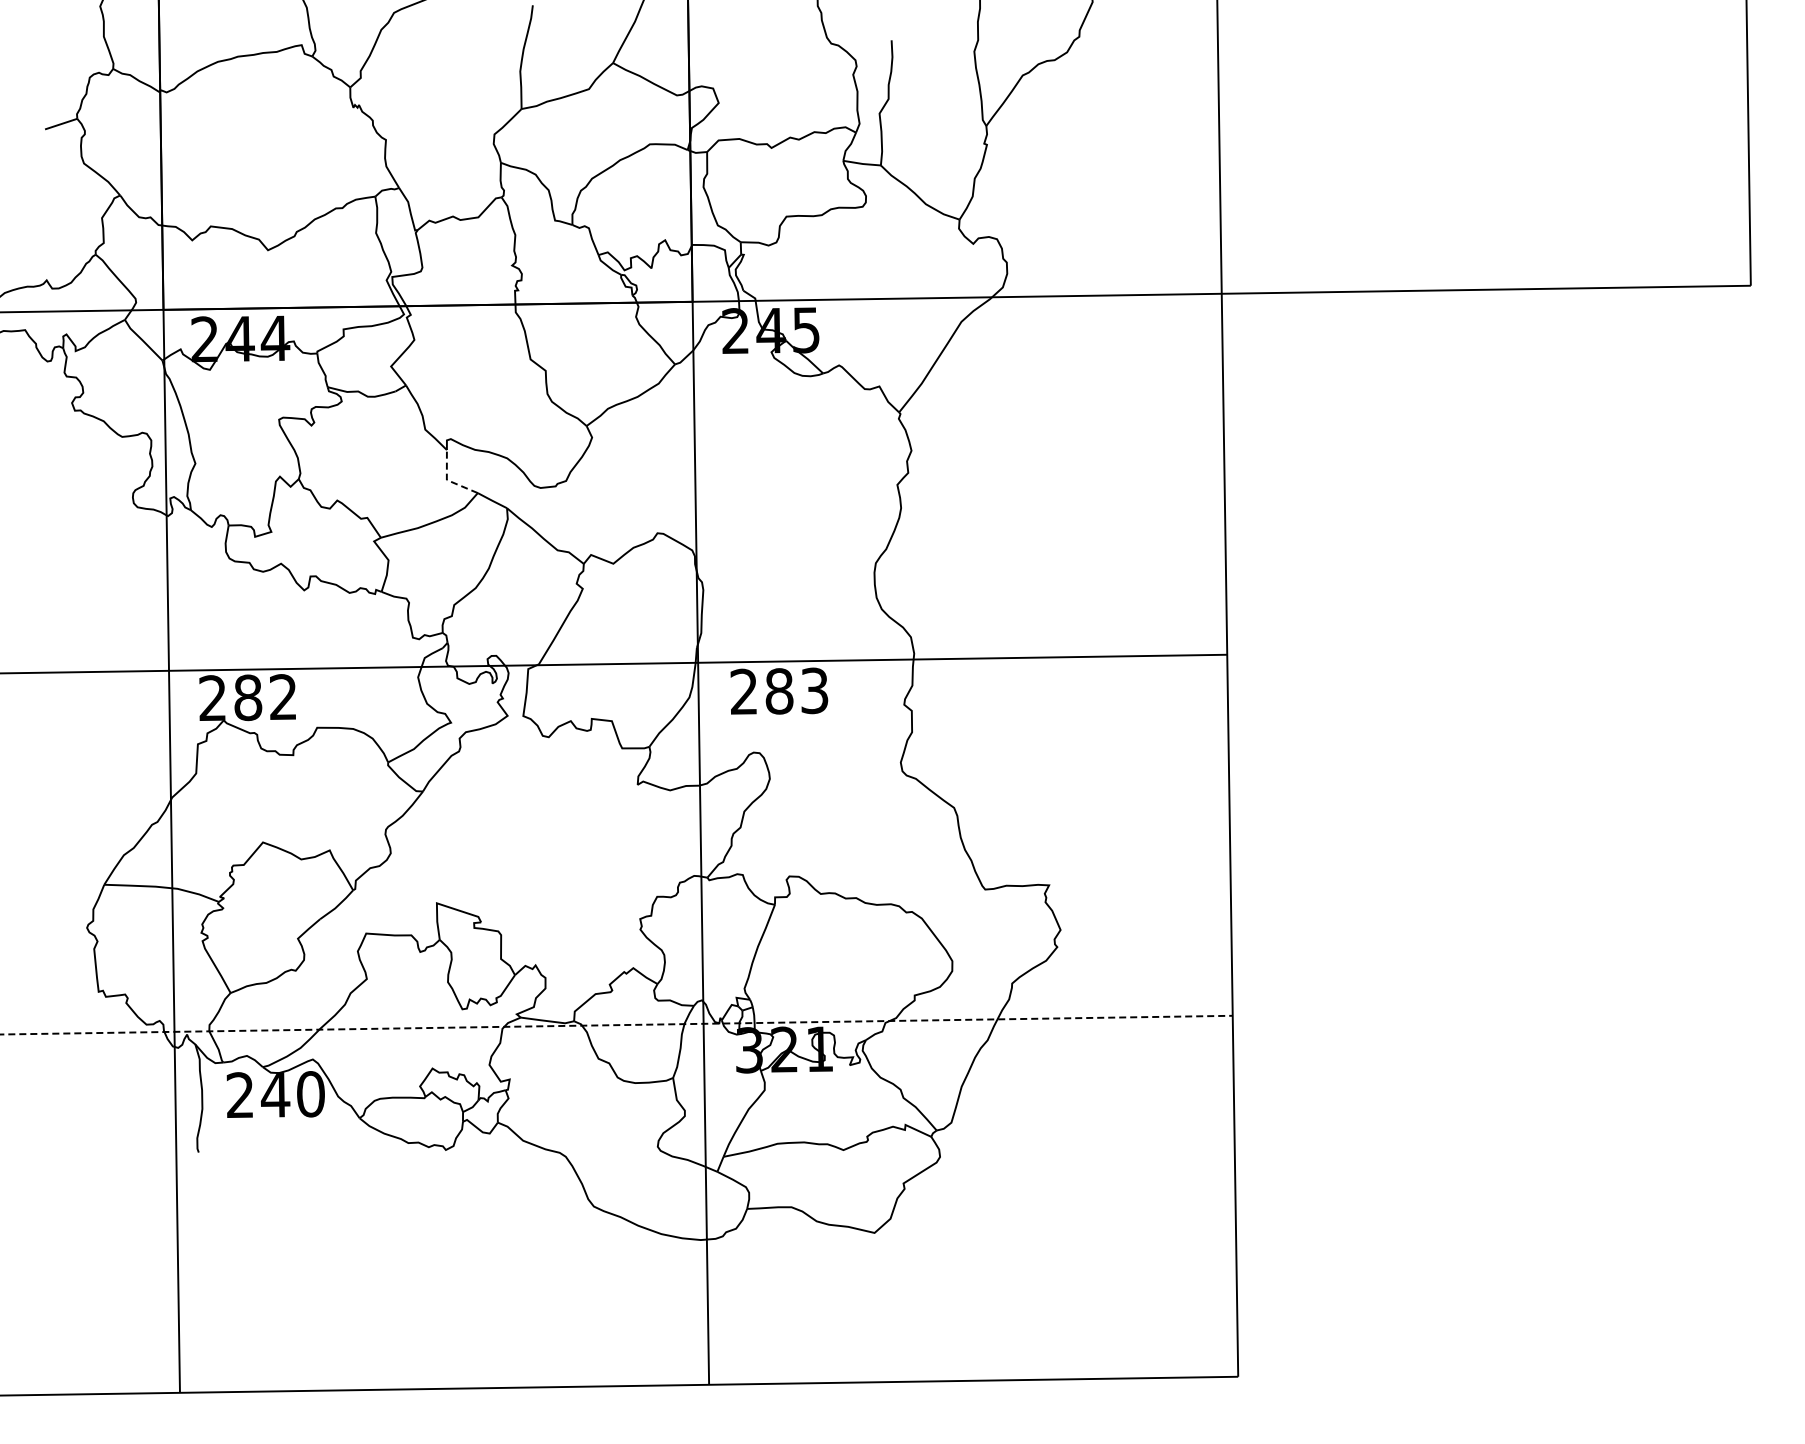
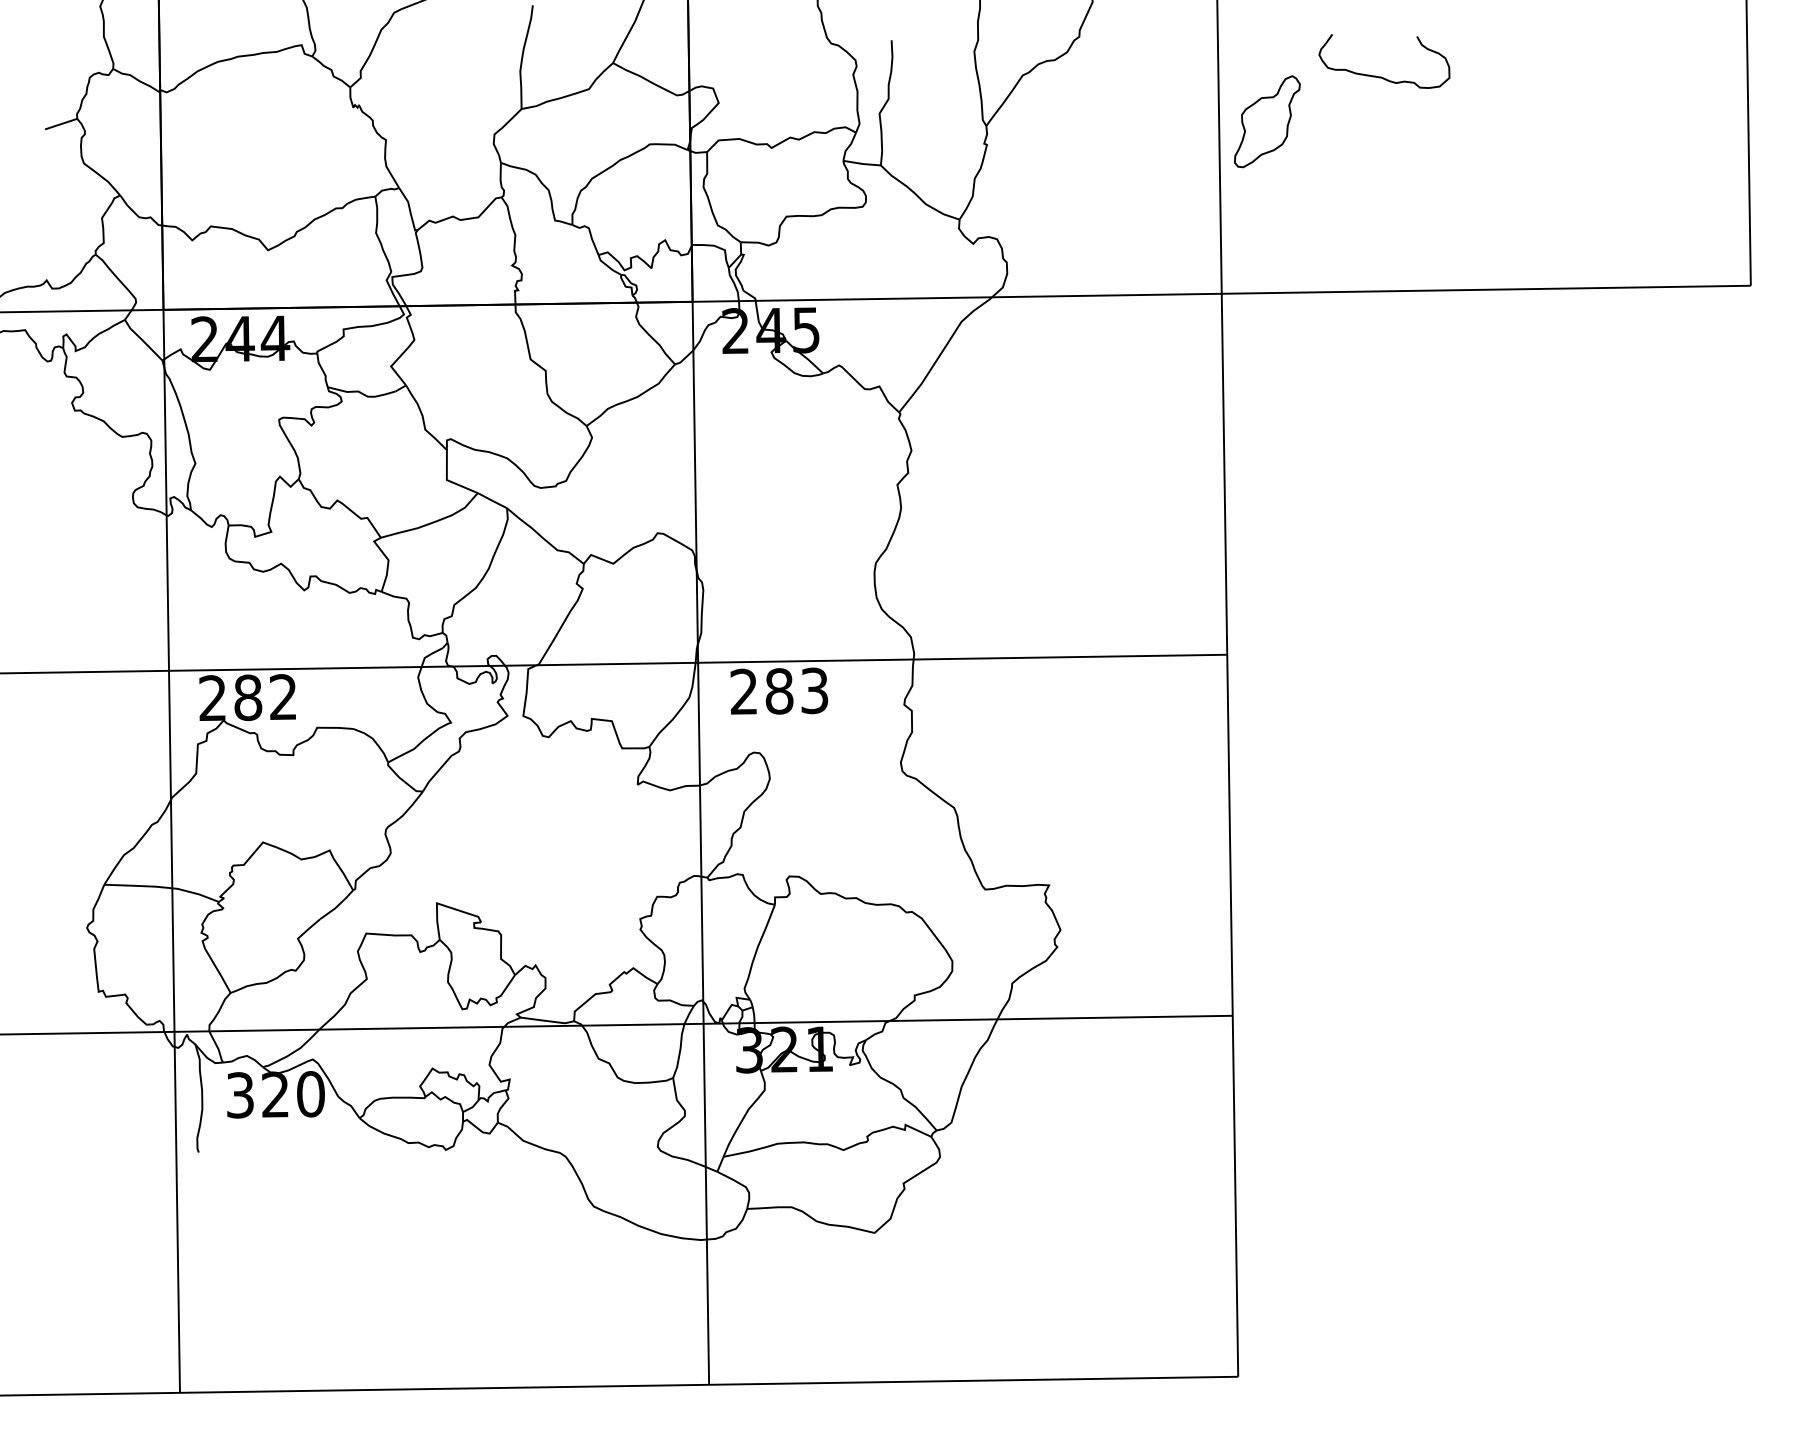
part at (1381, 76): none -> present
part at (1267, 121): none -> present
line at (447, 480): dashed -> solid
line at (617, 1025): dashed -> solid
text at (258, 1094): 240 -> 320
